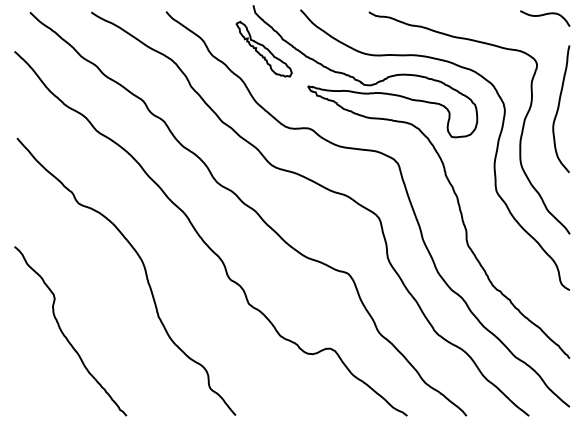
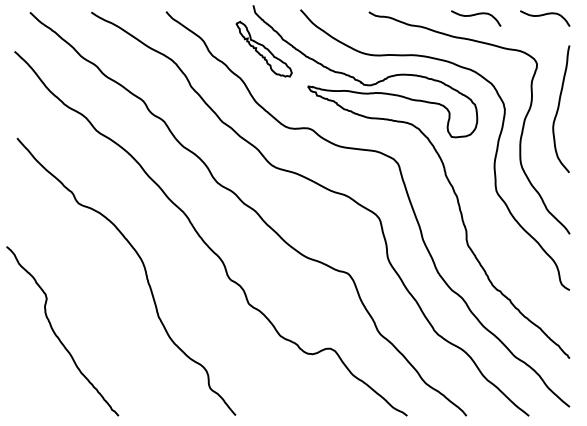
curve at (476, 15): none -> present
curve at (65, 335) position: (65, 335) -> (57, 335)
